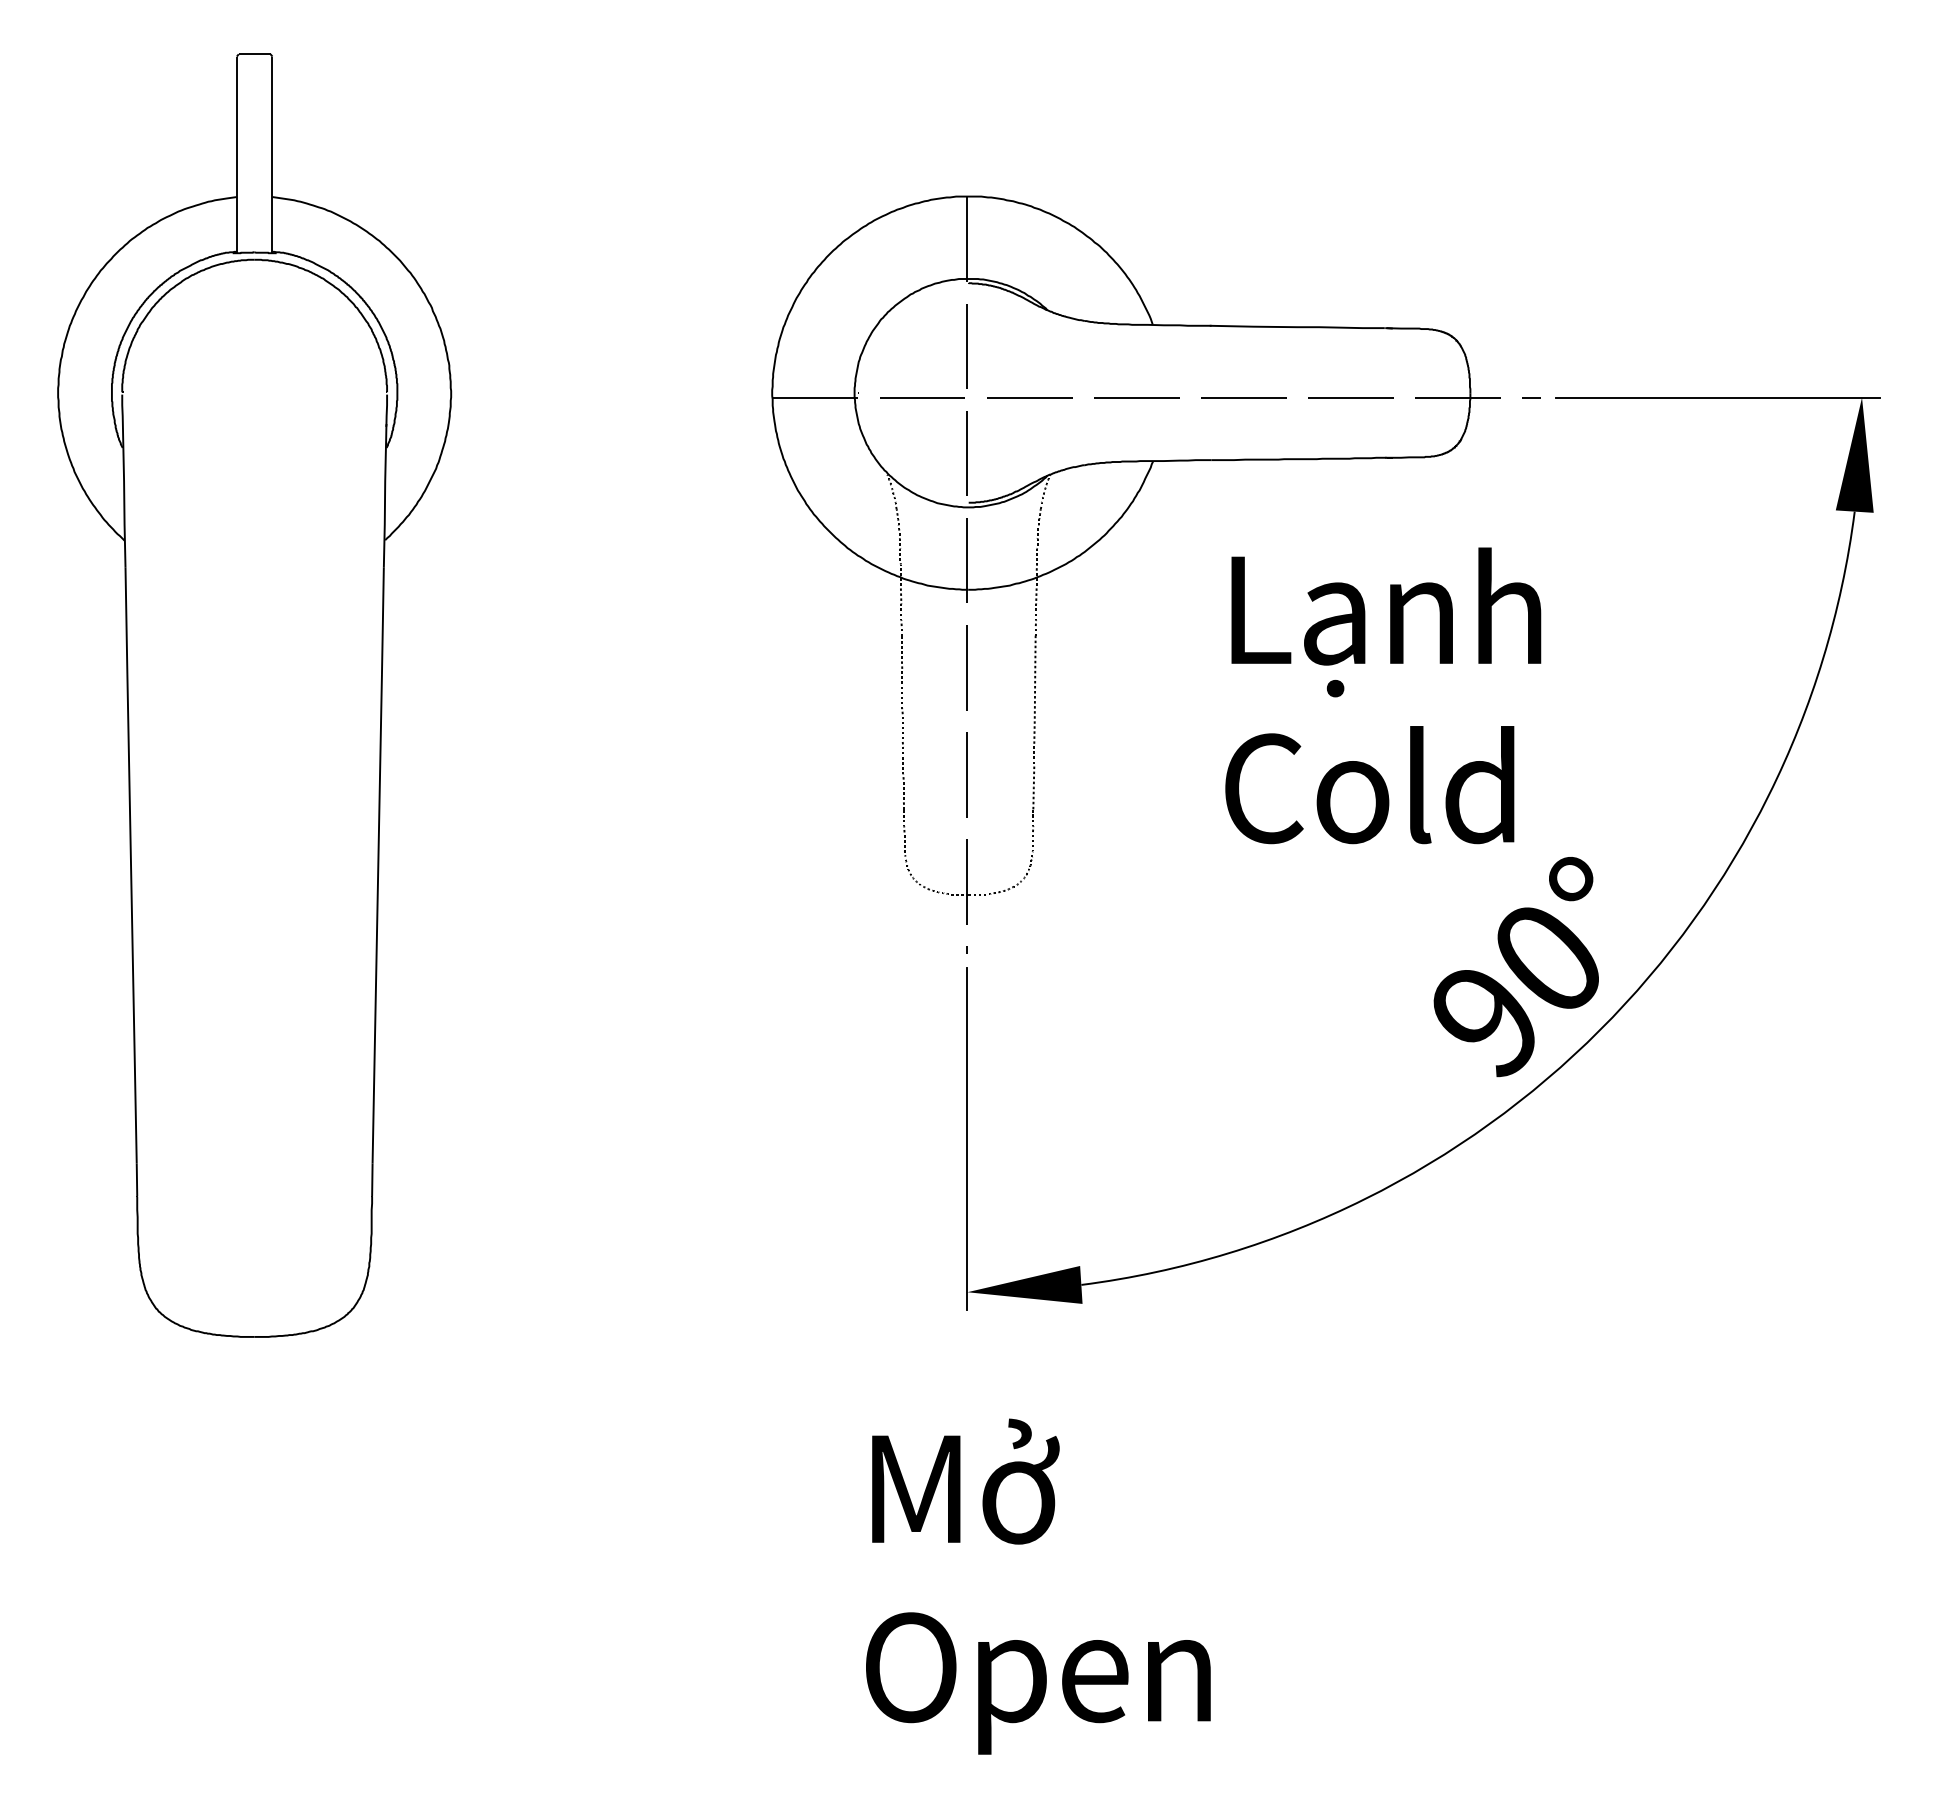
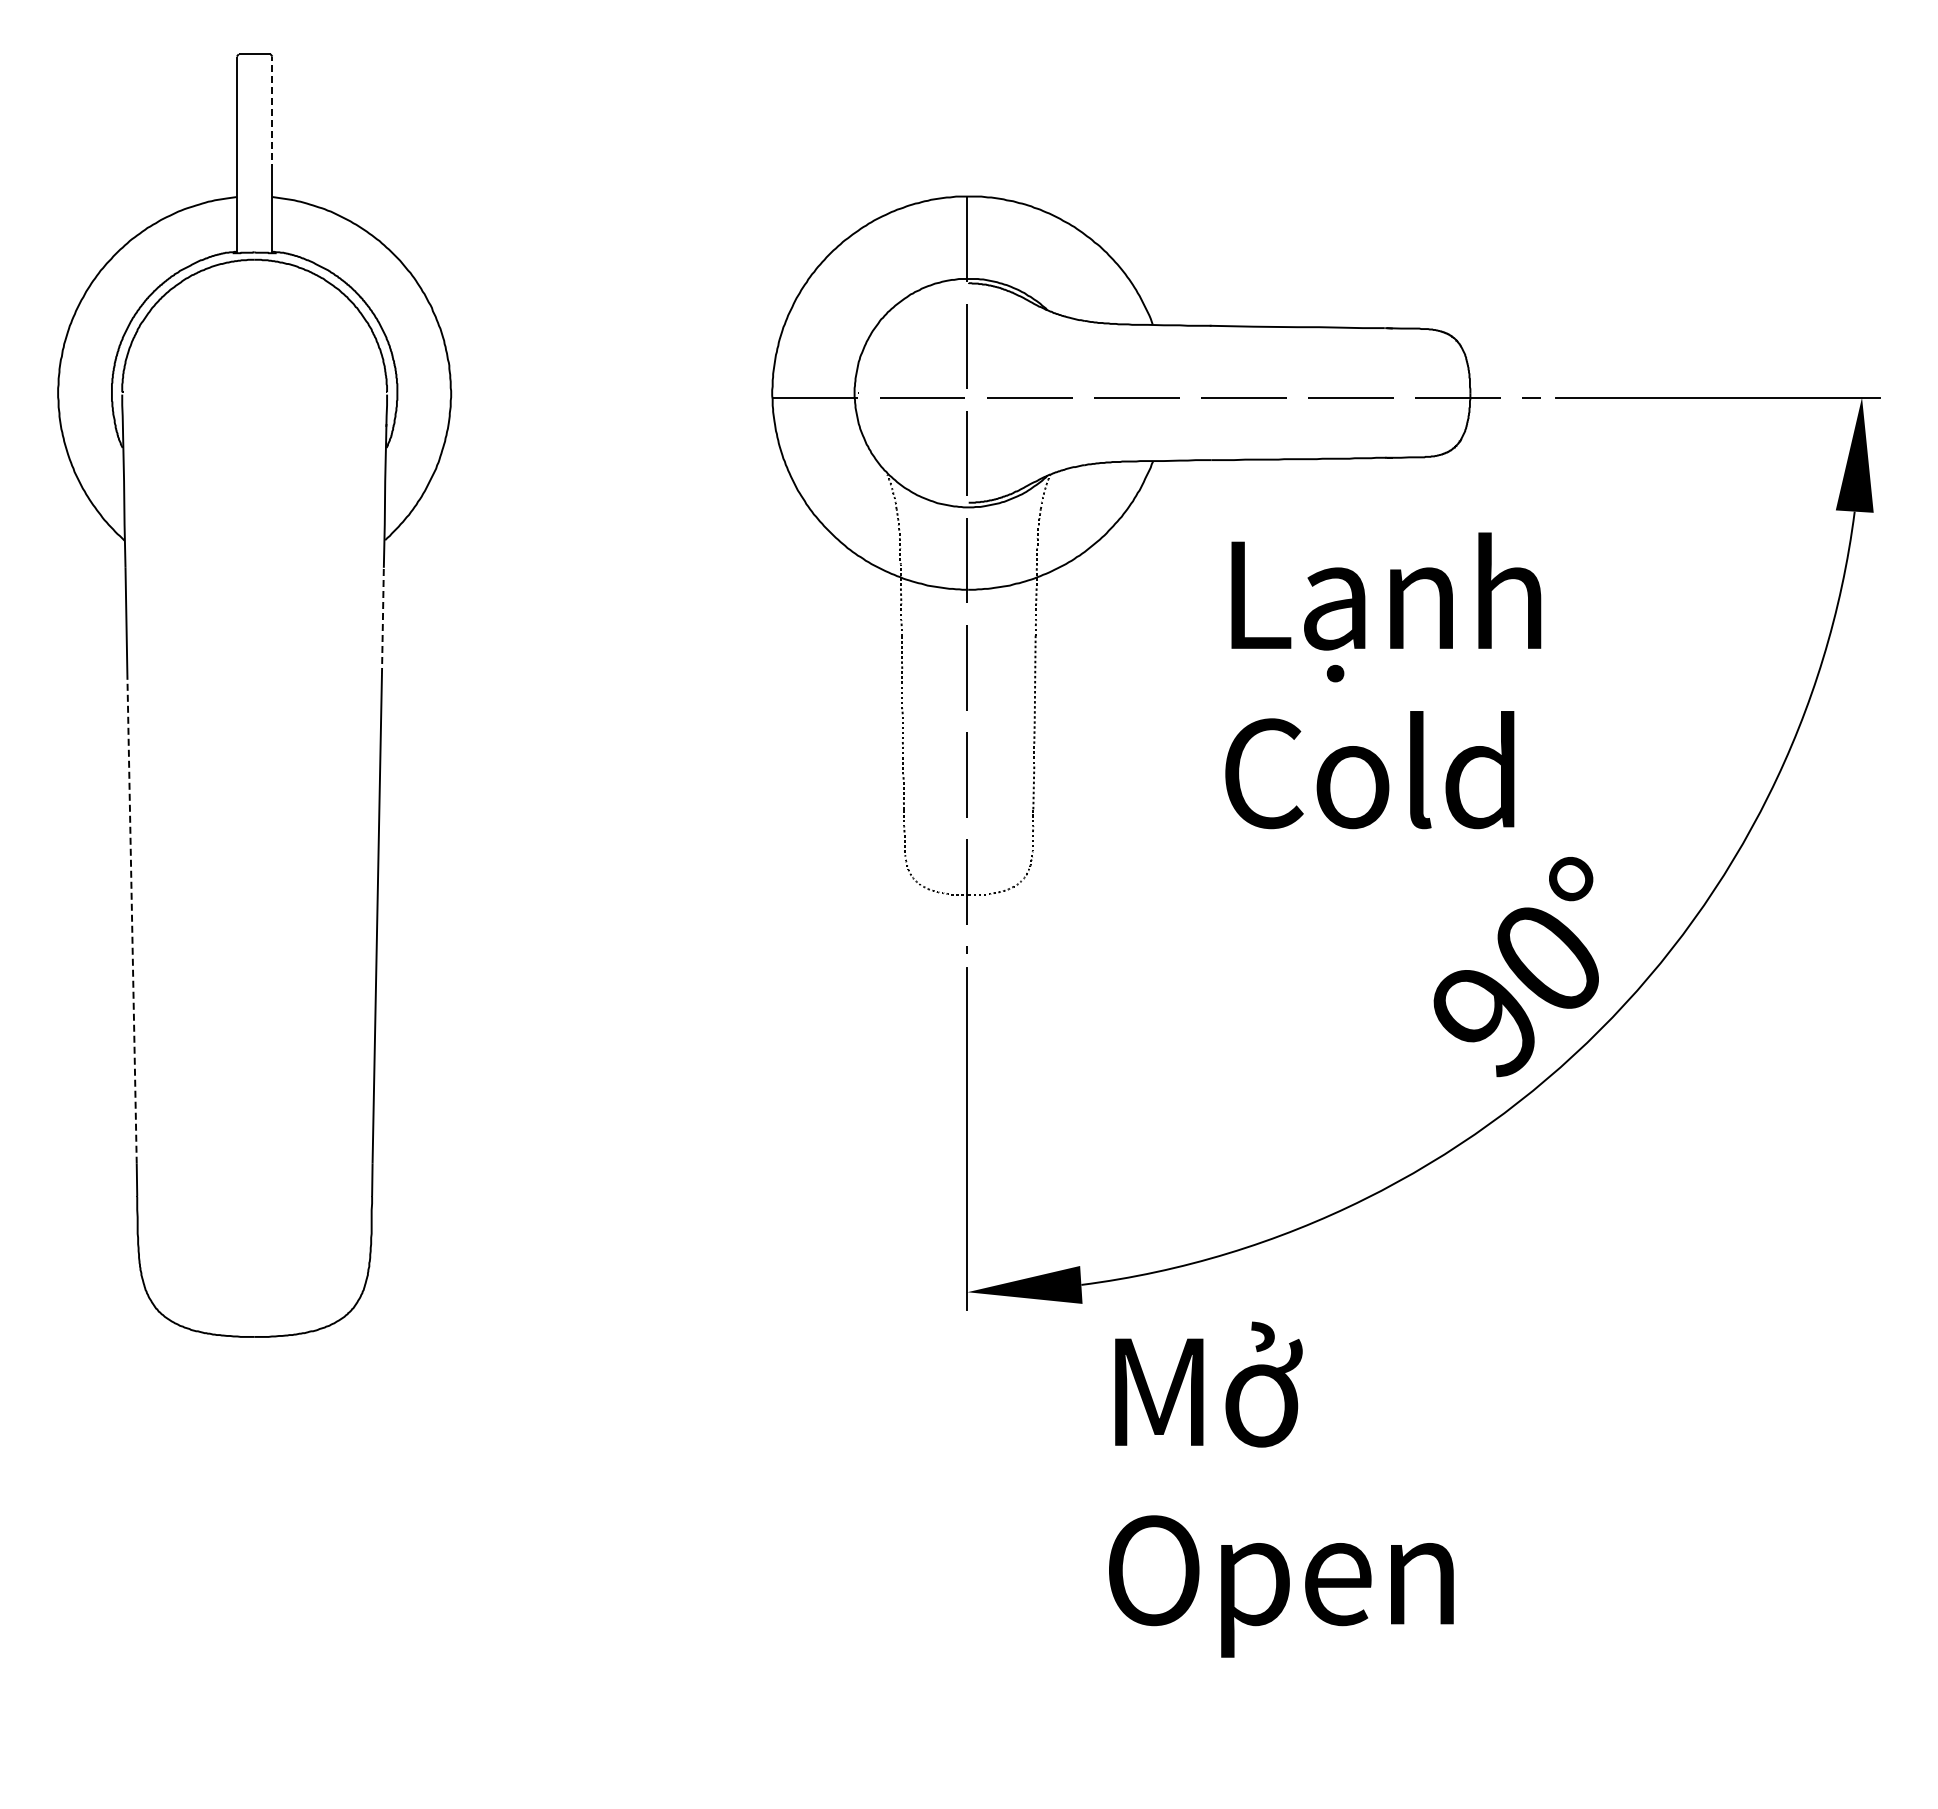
line at (272, 113): solid -> dashed
line at (382, 621): solid -> dashed
text at (1383, 695) position: (1383, 695) -> (1383, 680)
line at (132, 918): solid -> dashed
text at (1038, 1586) position: (1038, 1586) -> (1281, 1489)
